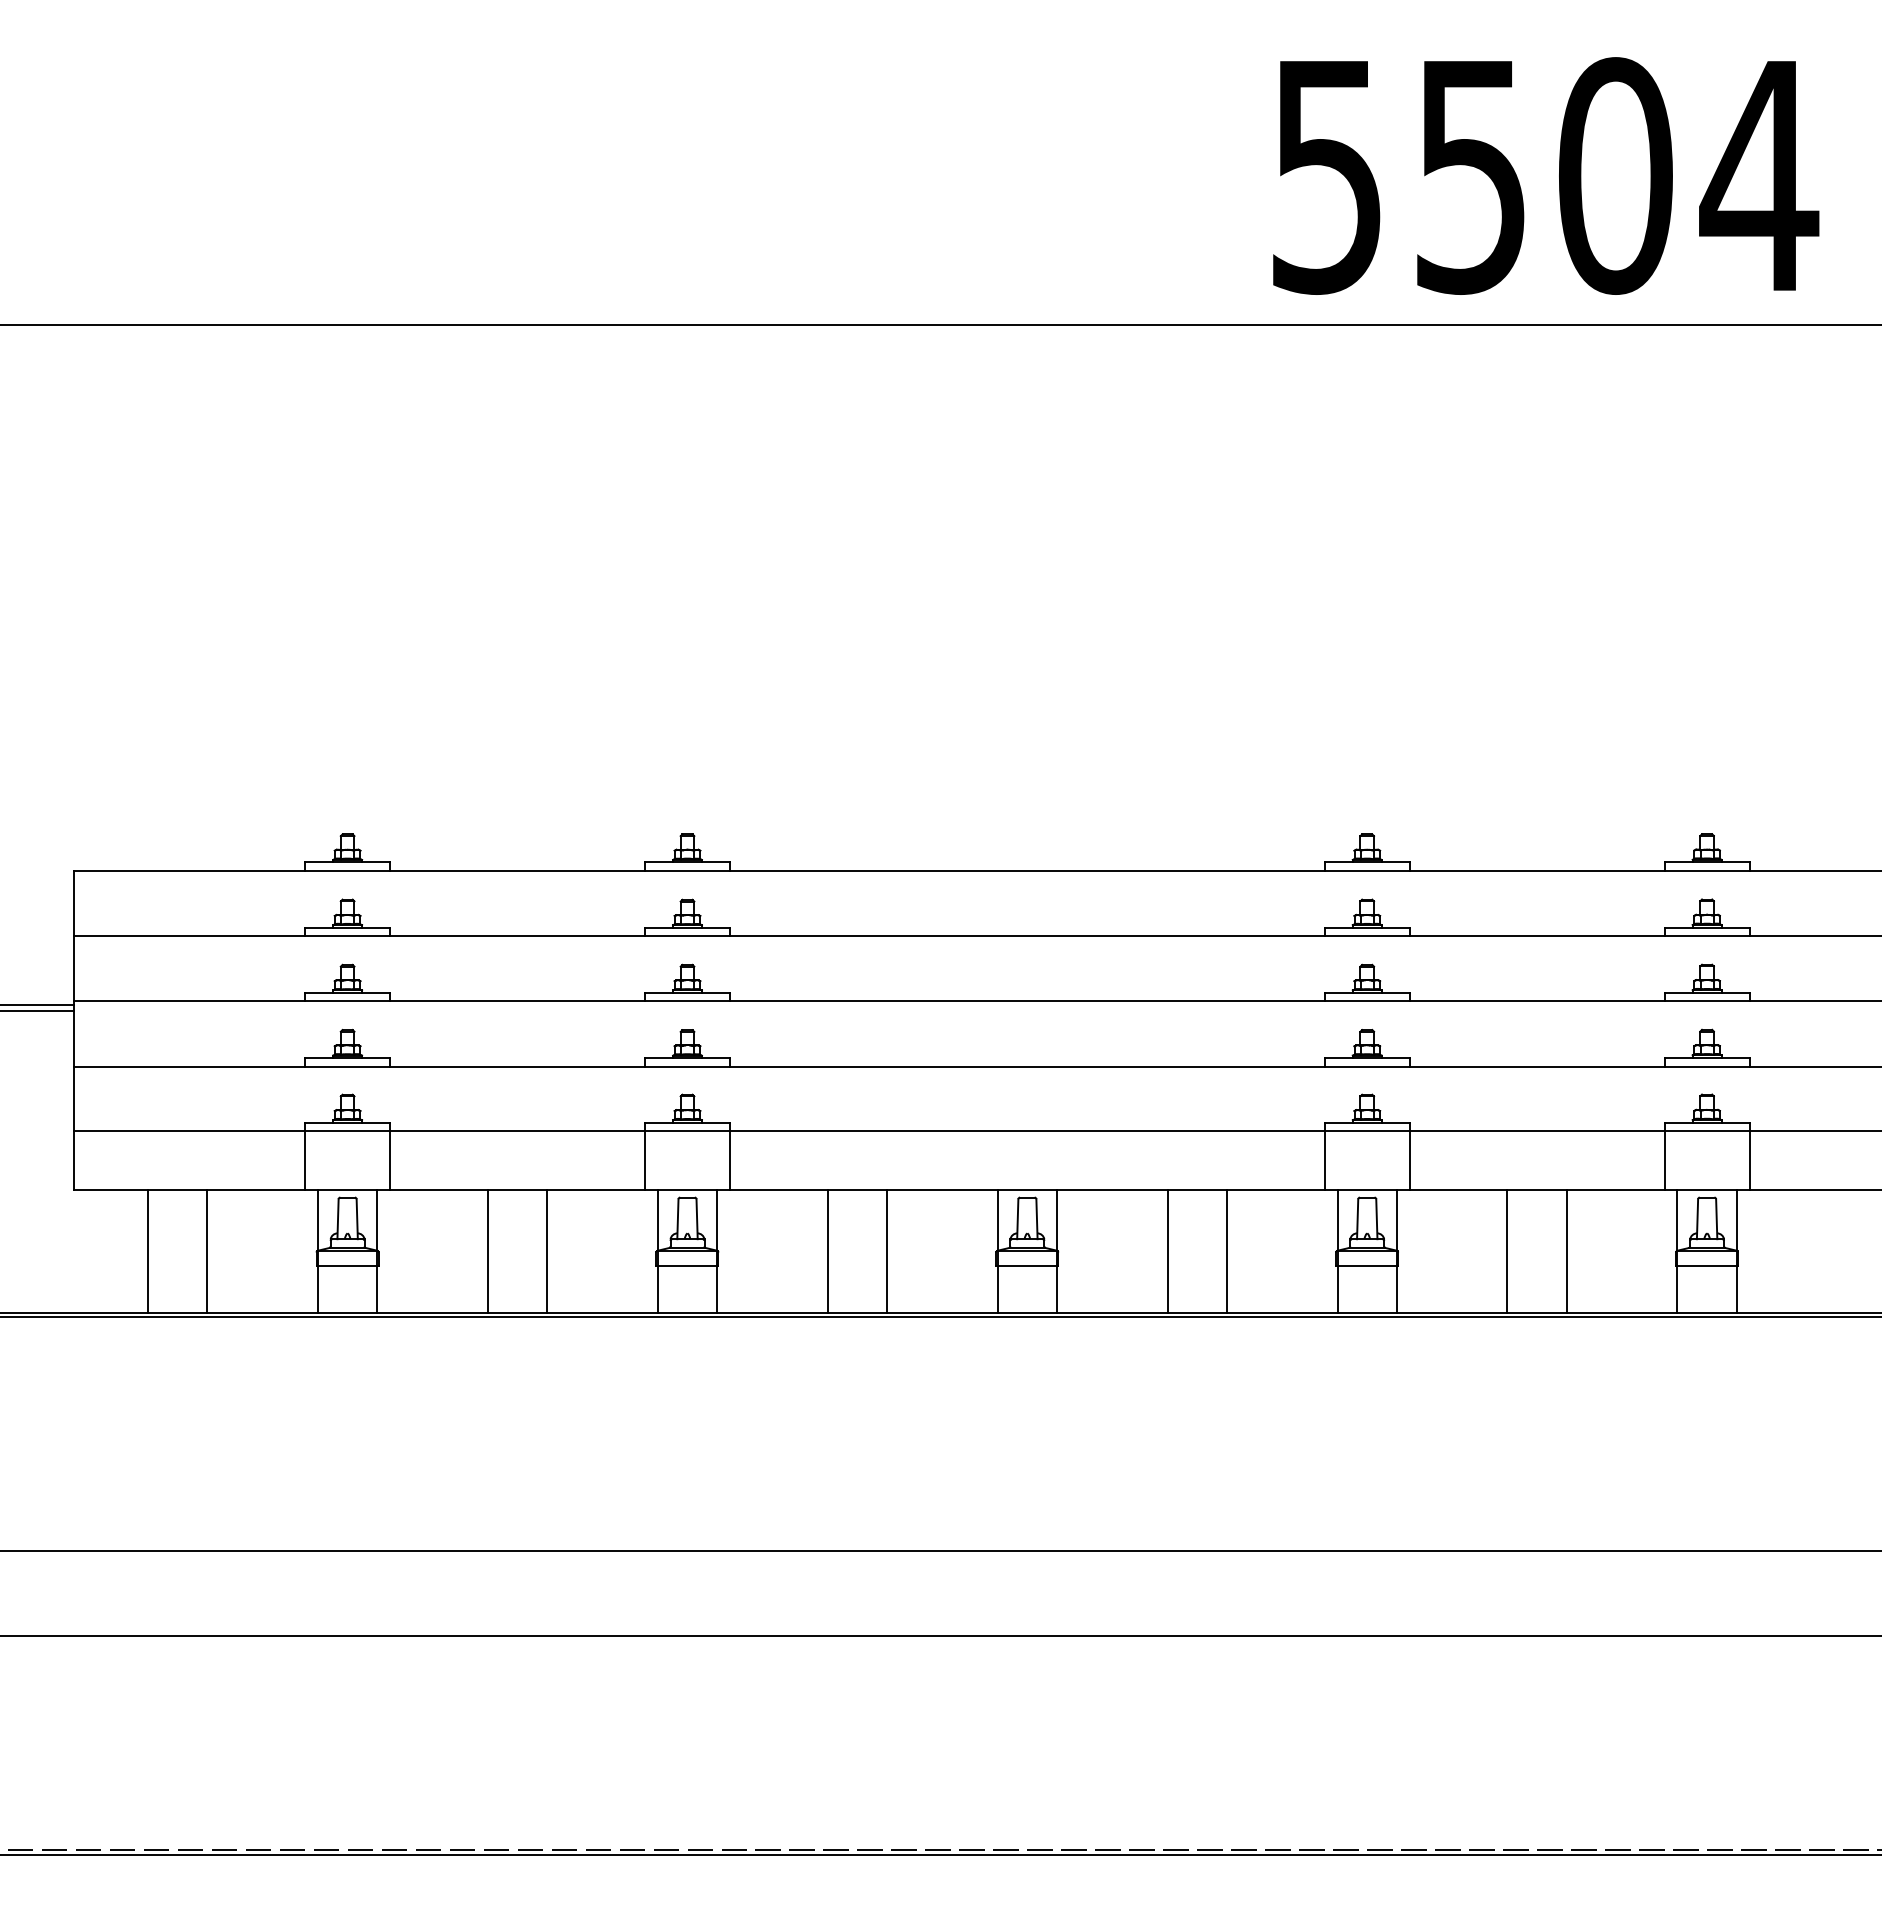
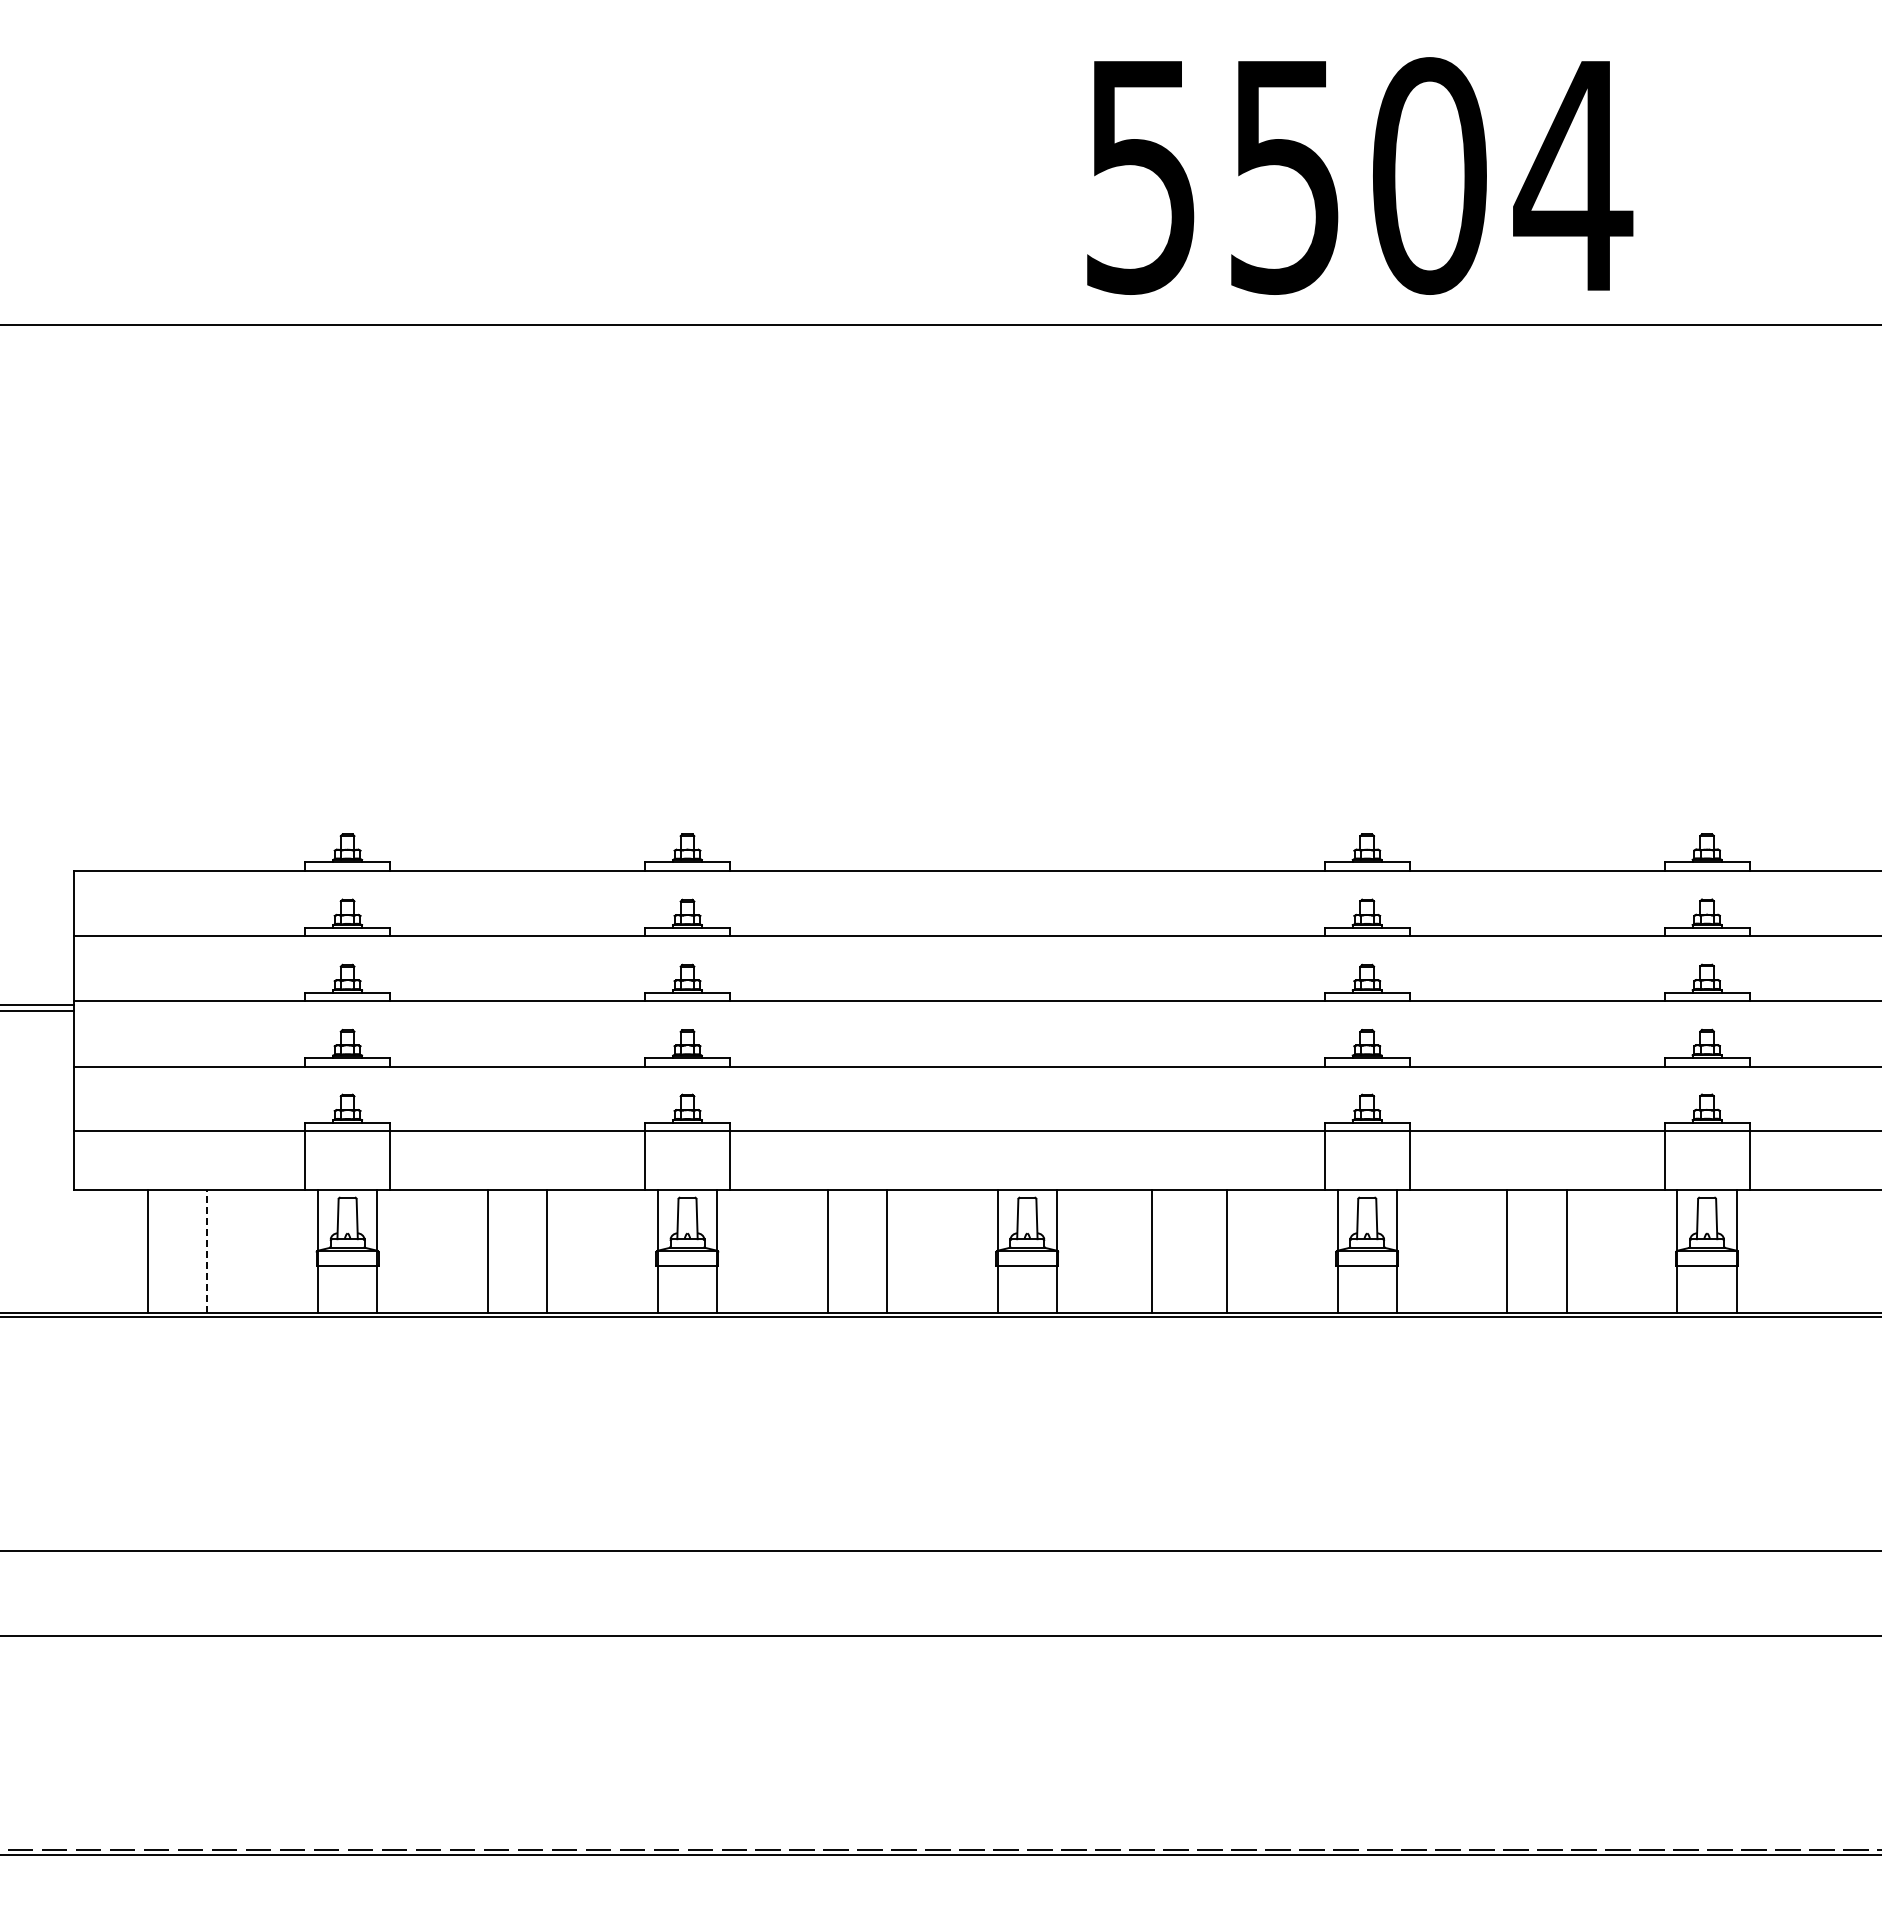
text at (1546, 175) position: (1546, 175) -> (1360, 175)
line at (207, 1251): solid -> dashed
line at (1167, 1251) position: (1167, 1251) -> (1151, 1251)
